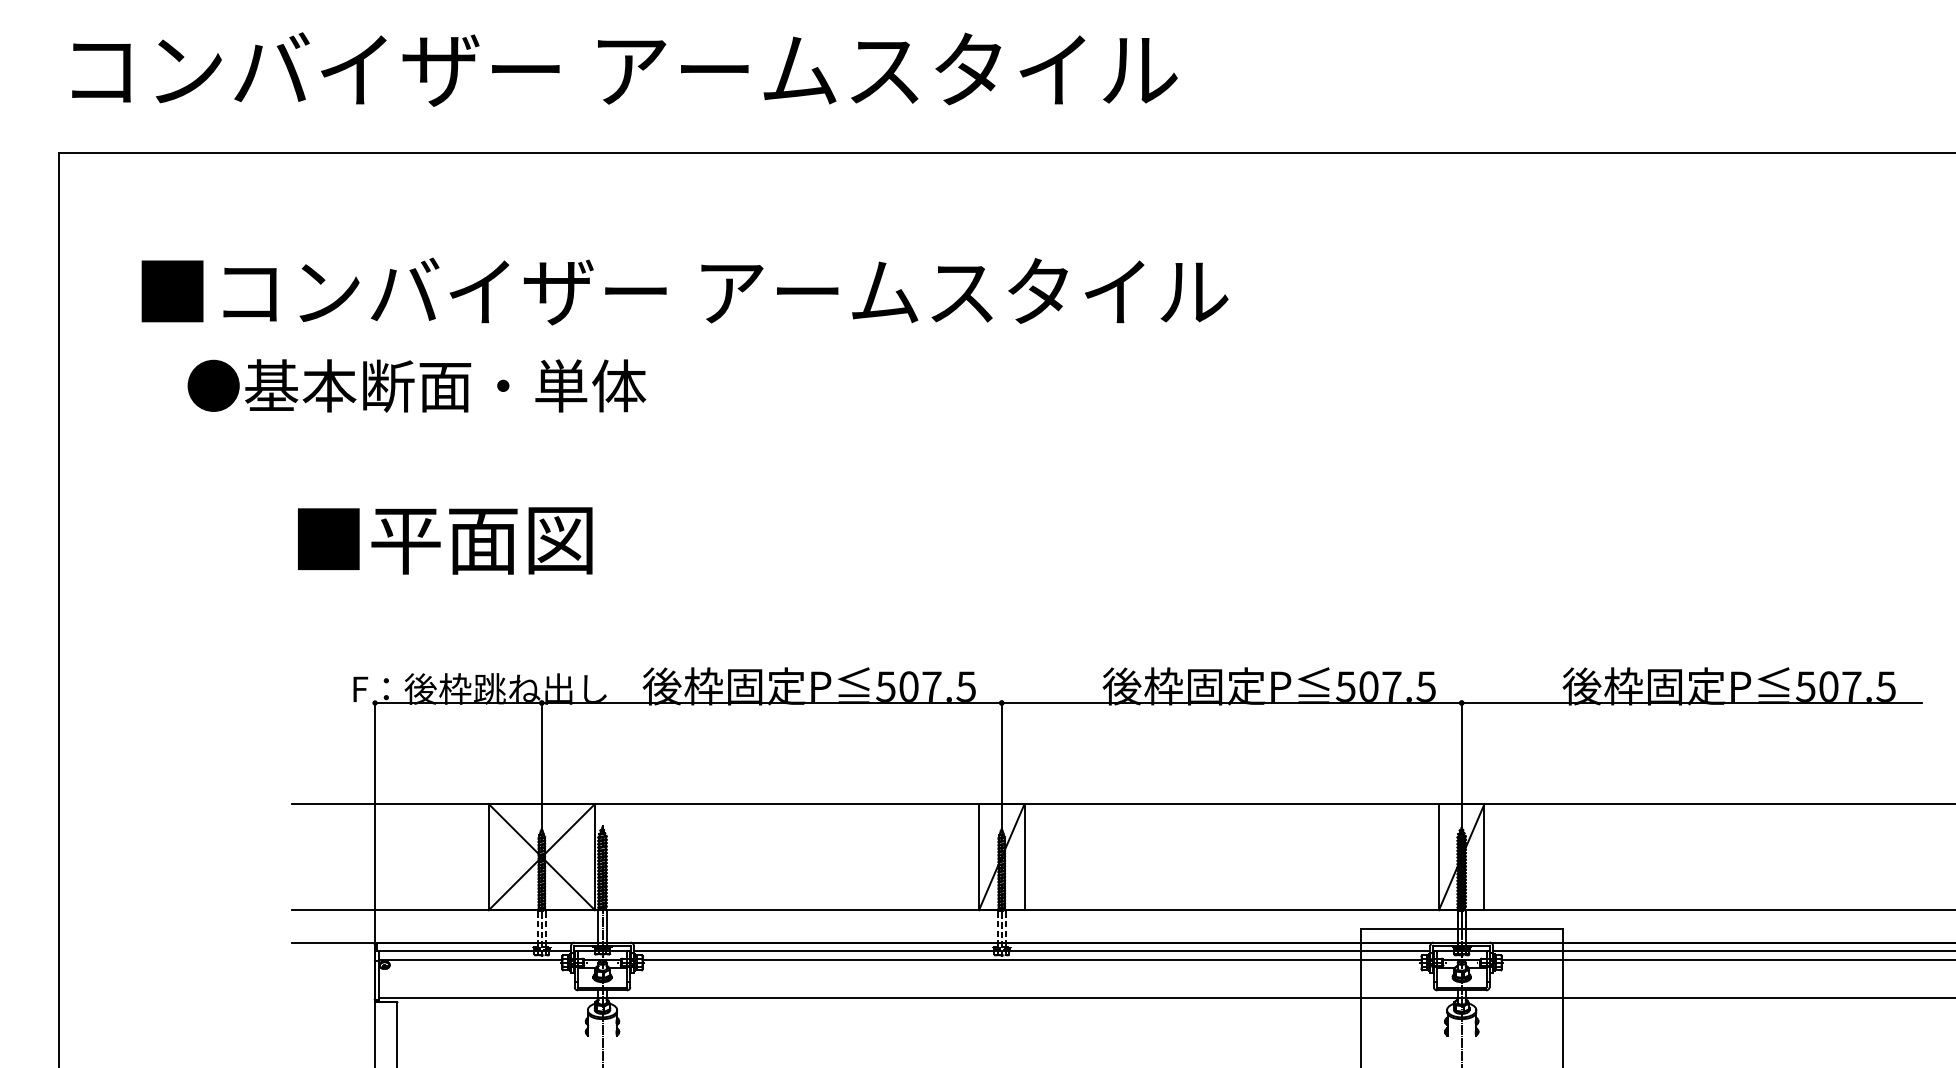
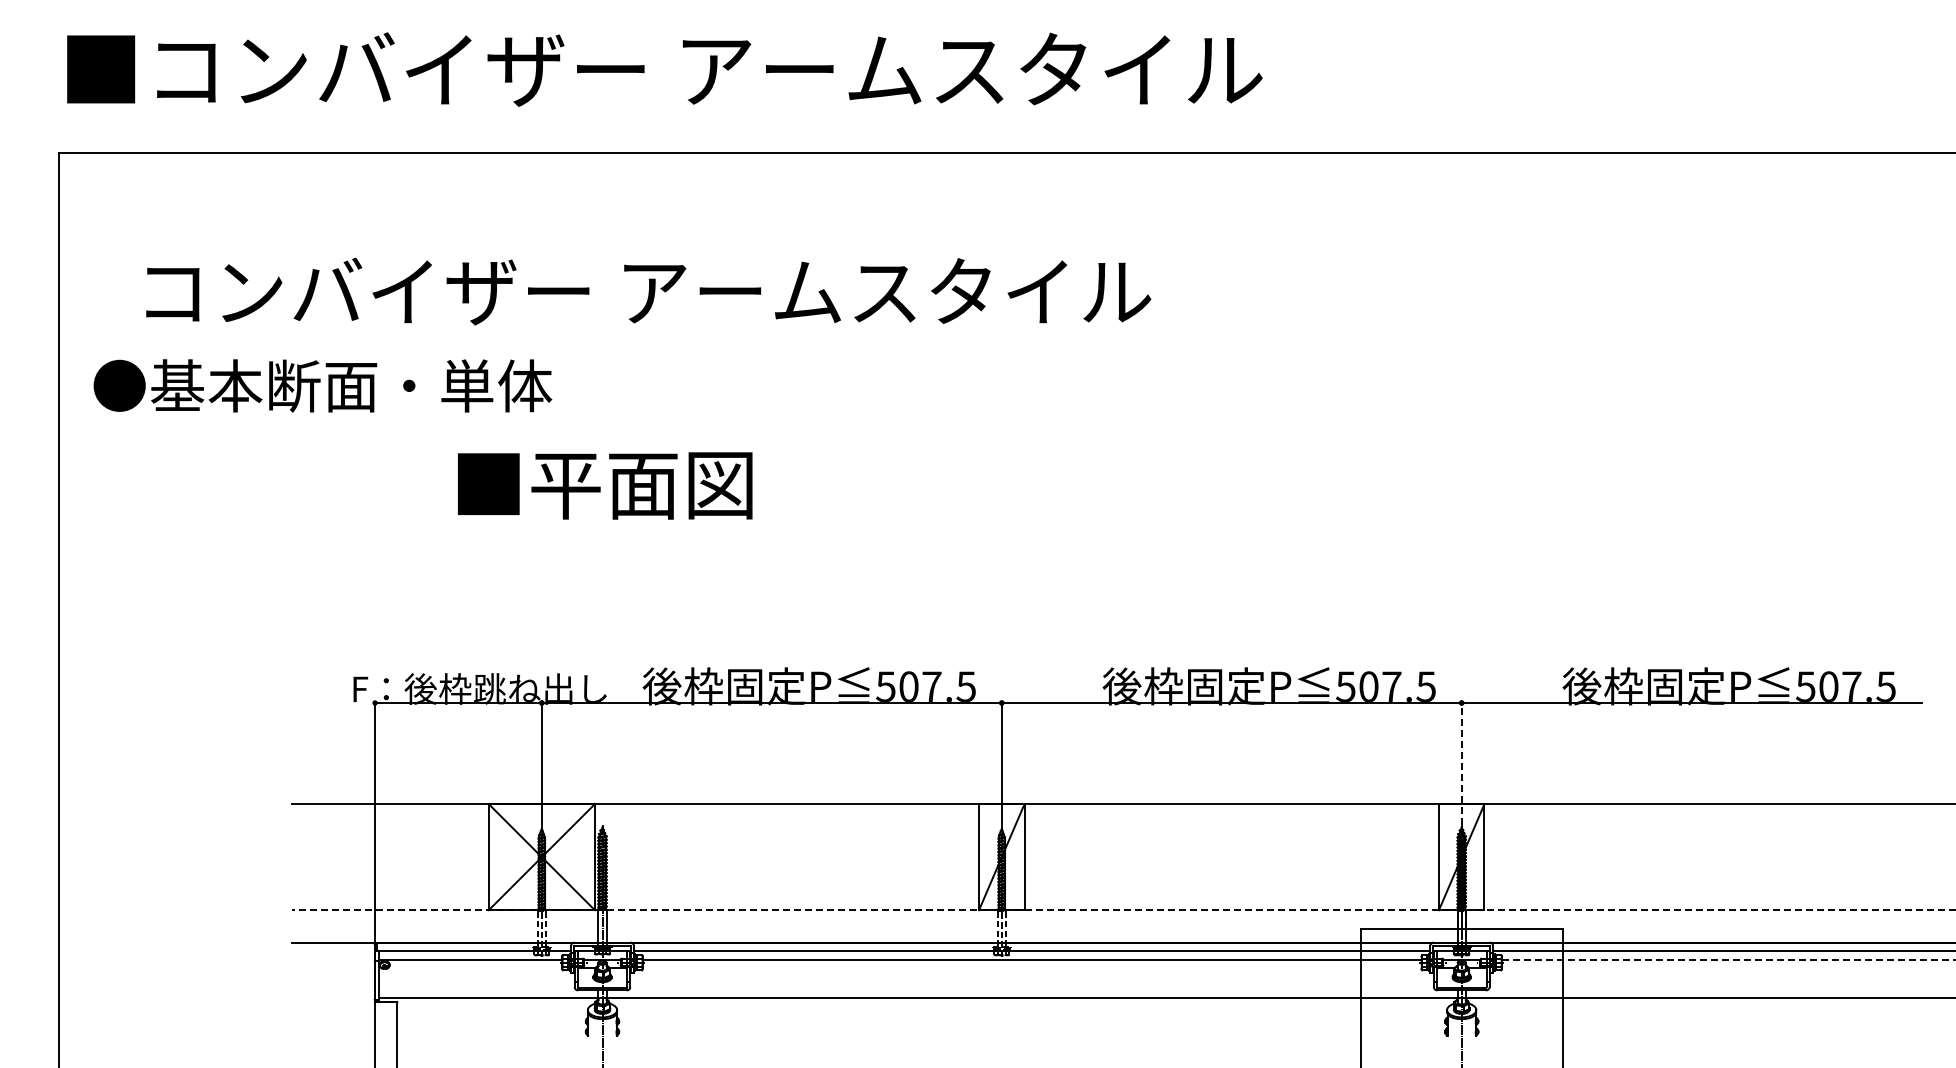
text at (664, 69): コンバイザー アームスタイル -> ■コンバイザー アームスタイル
text at (684, 291): ■コンバイザー アームスタイル -> コンバイザー アームスタイル
text at (416, 385) position: (416, 385) -> (322, 385)
text at (445, 540) position: (445, 540) -> (605, 485)
line at (1461, 762): solid -> dashed
line at (1123, 910): solid -> dashed
line at (1728, 959): solid -> dashed
